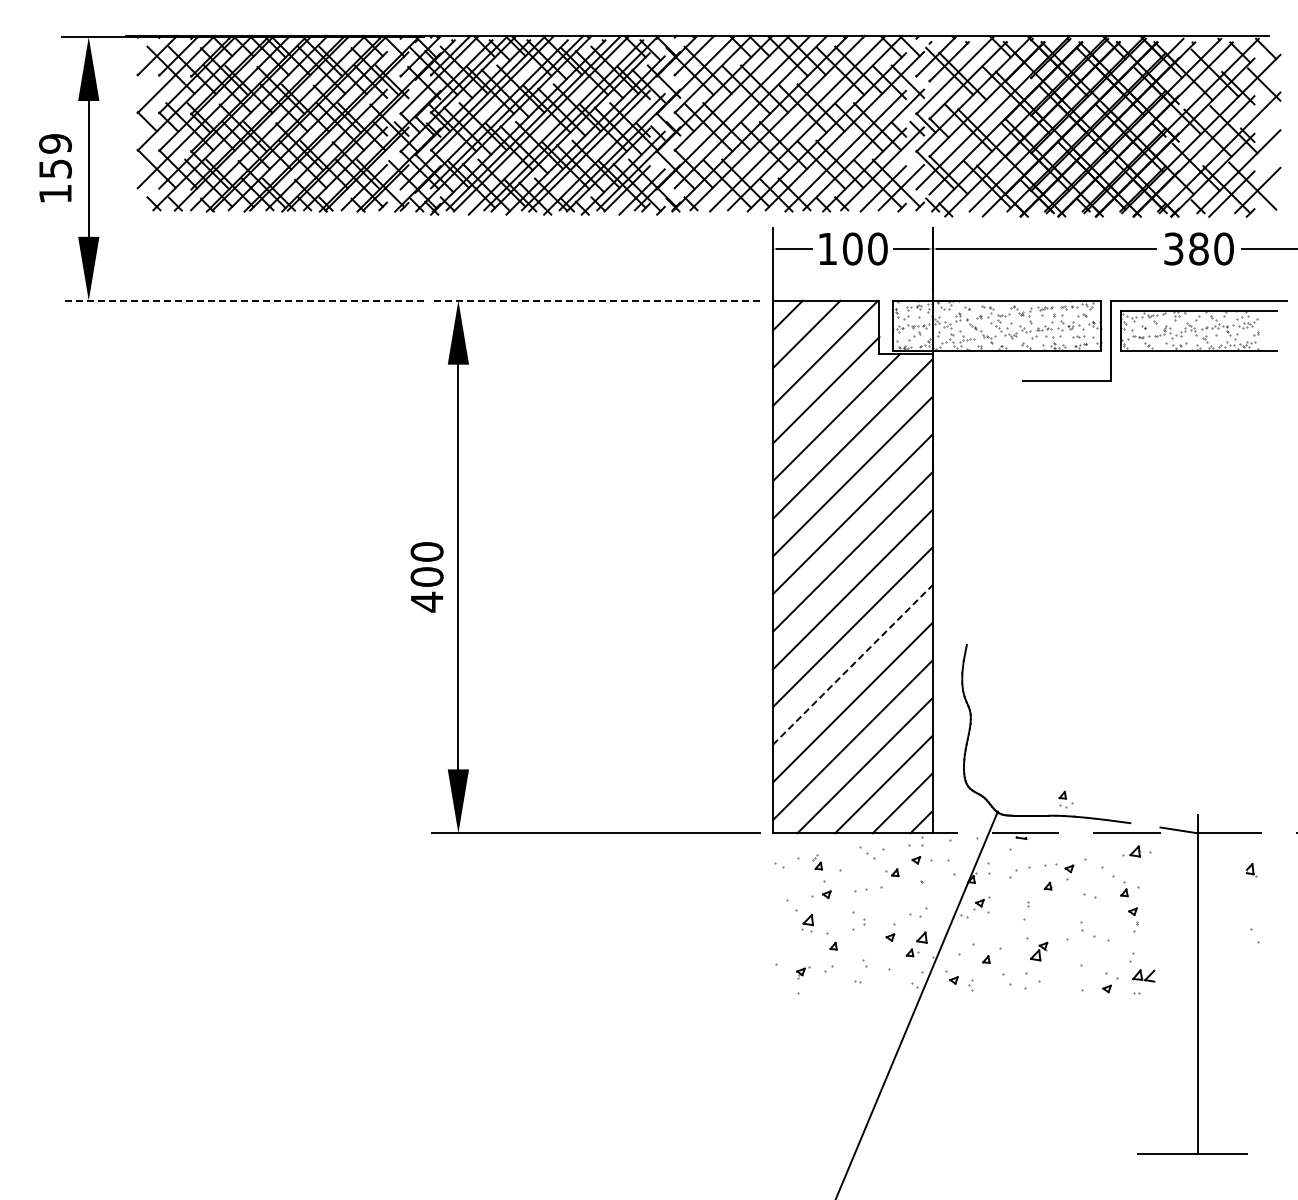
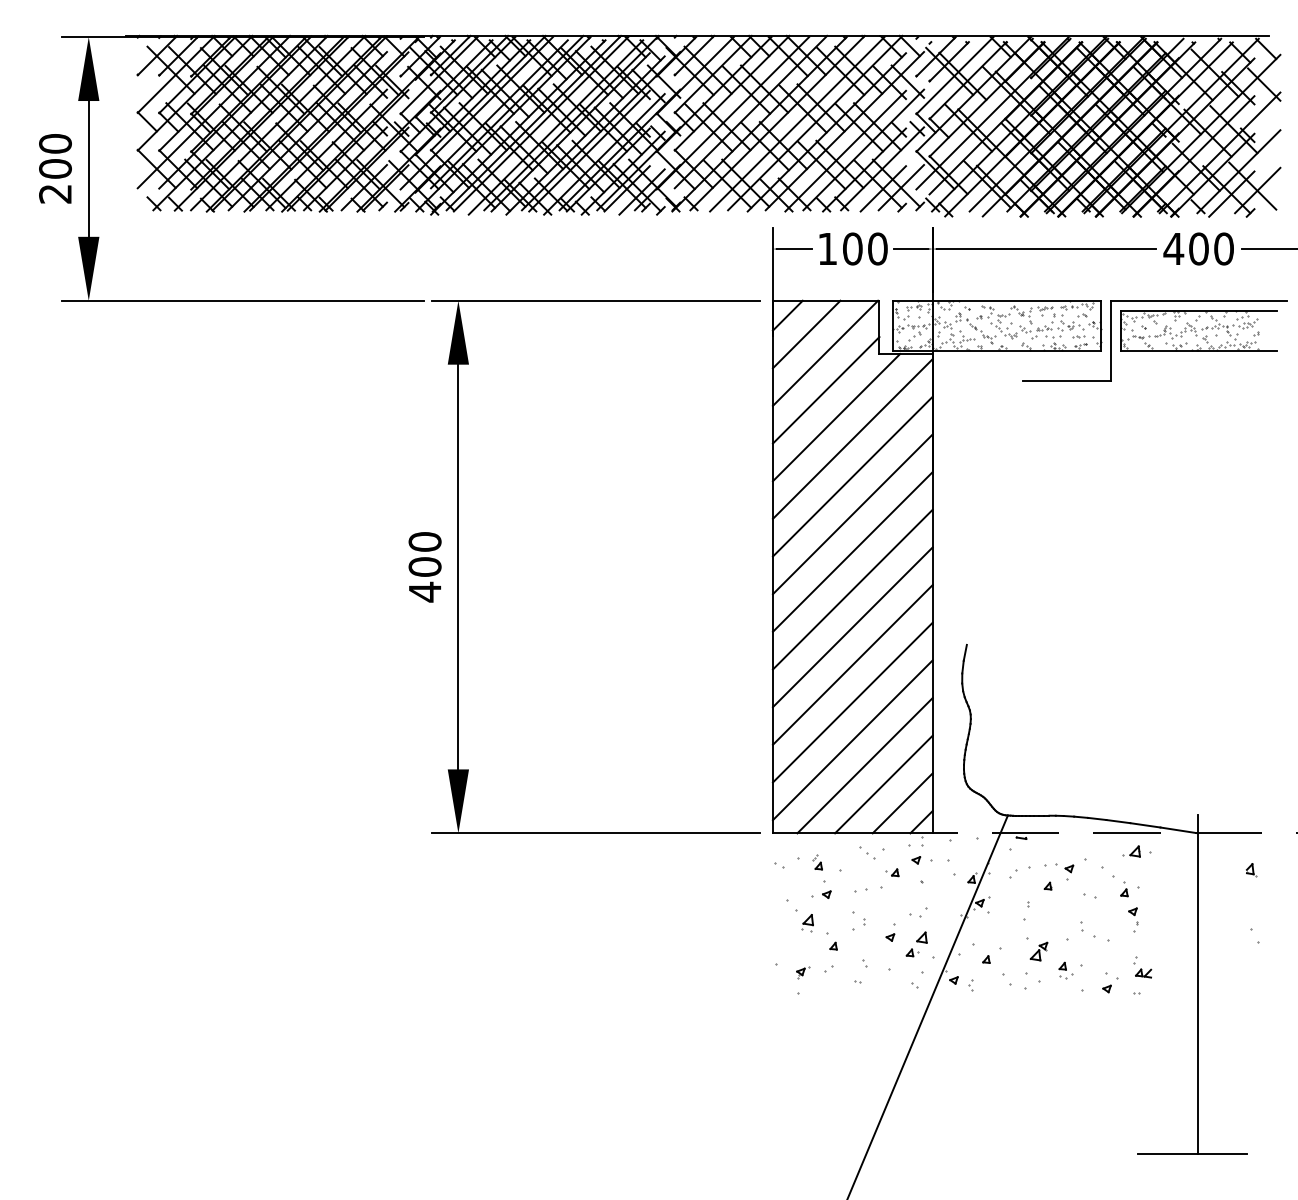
text at (55, 168): 159 -> 200
text at (1185, 248): 380 -> 400
line at (242, 300): dashed -> solid
line at (595, 300): dashed -> solid
text at (426, 577) position: (426, 577) -> (424, 567)
line at (852, 664): dashed -> solid
part at (1065, 799) position: (1065, 799) -> (1065, 970)
line at (1145, 825): none -> present
part at (1142, 967) size: 27x31 px -> 20x23 px
line at (916, 1003) position: (916, 1003) -> (927, 1005)
